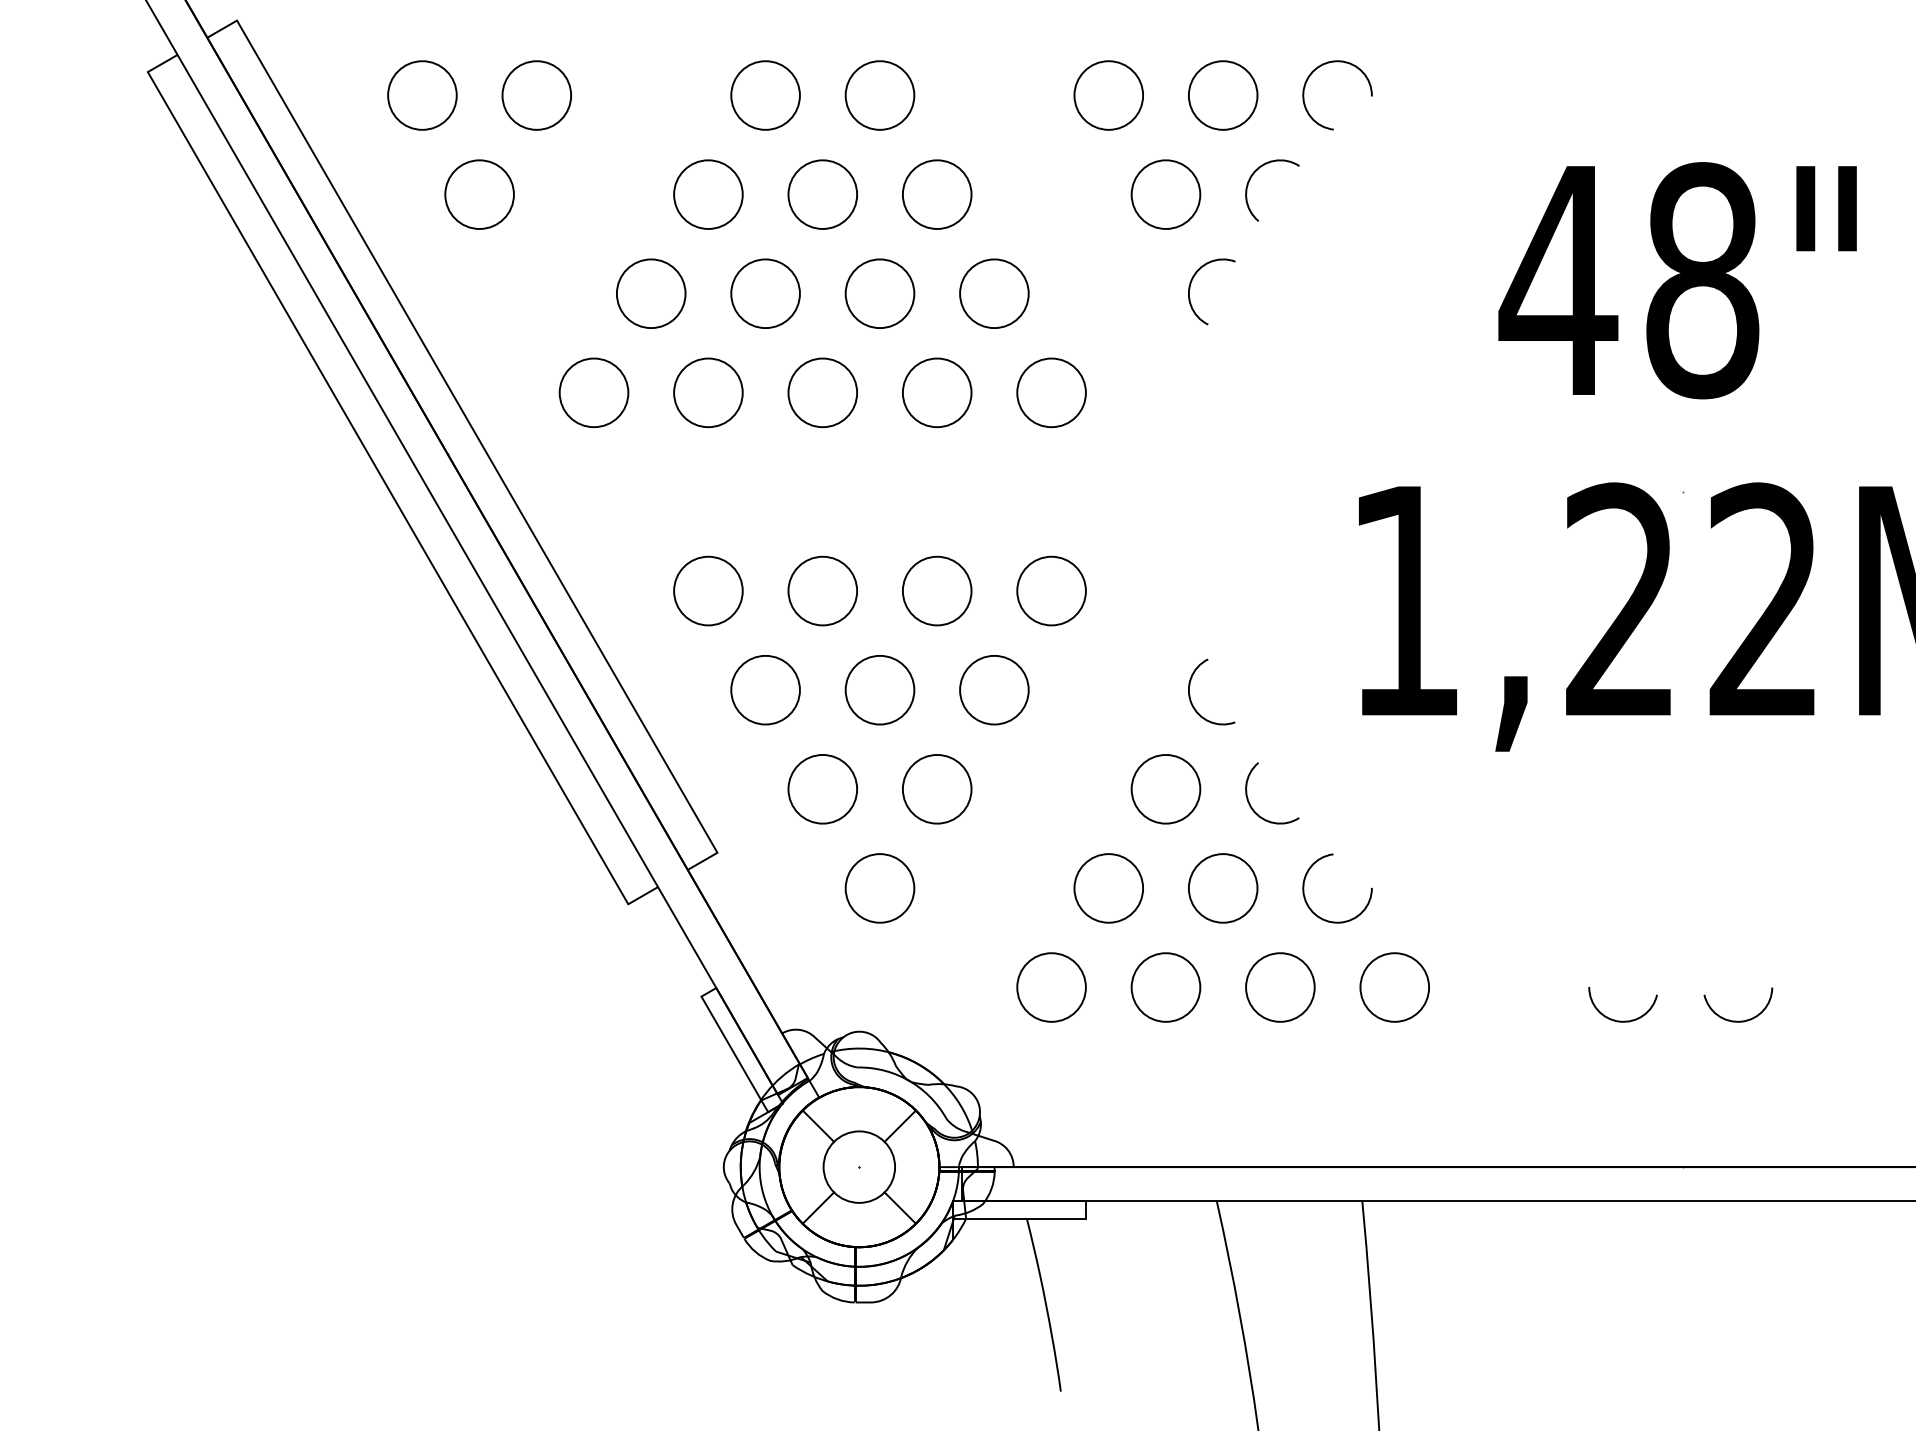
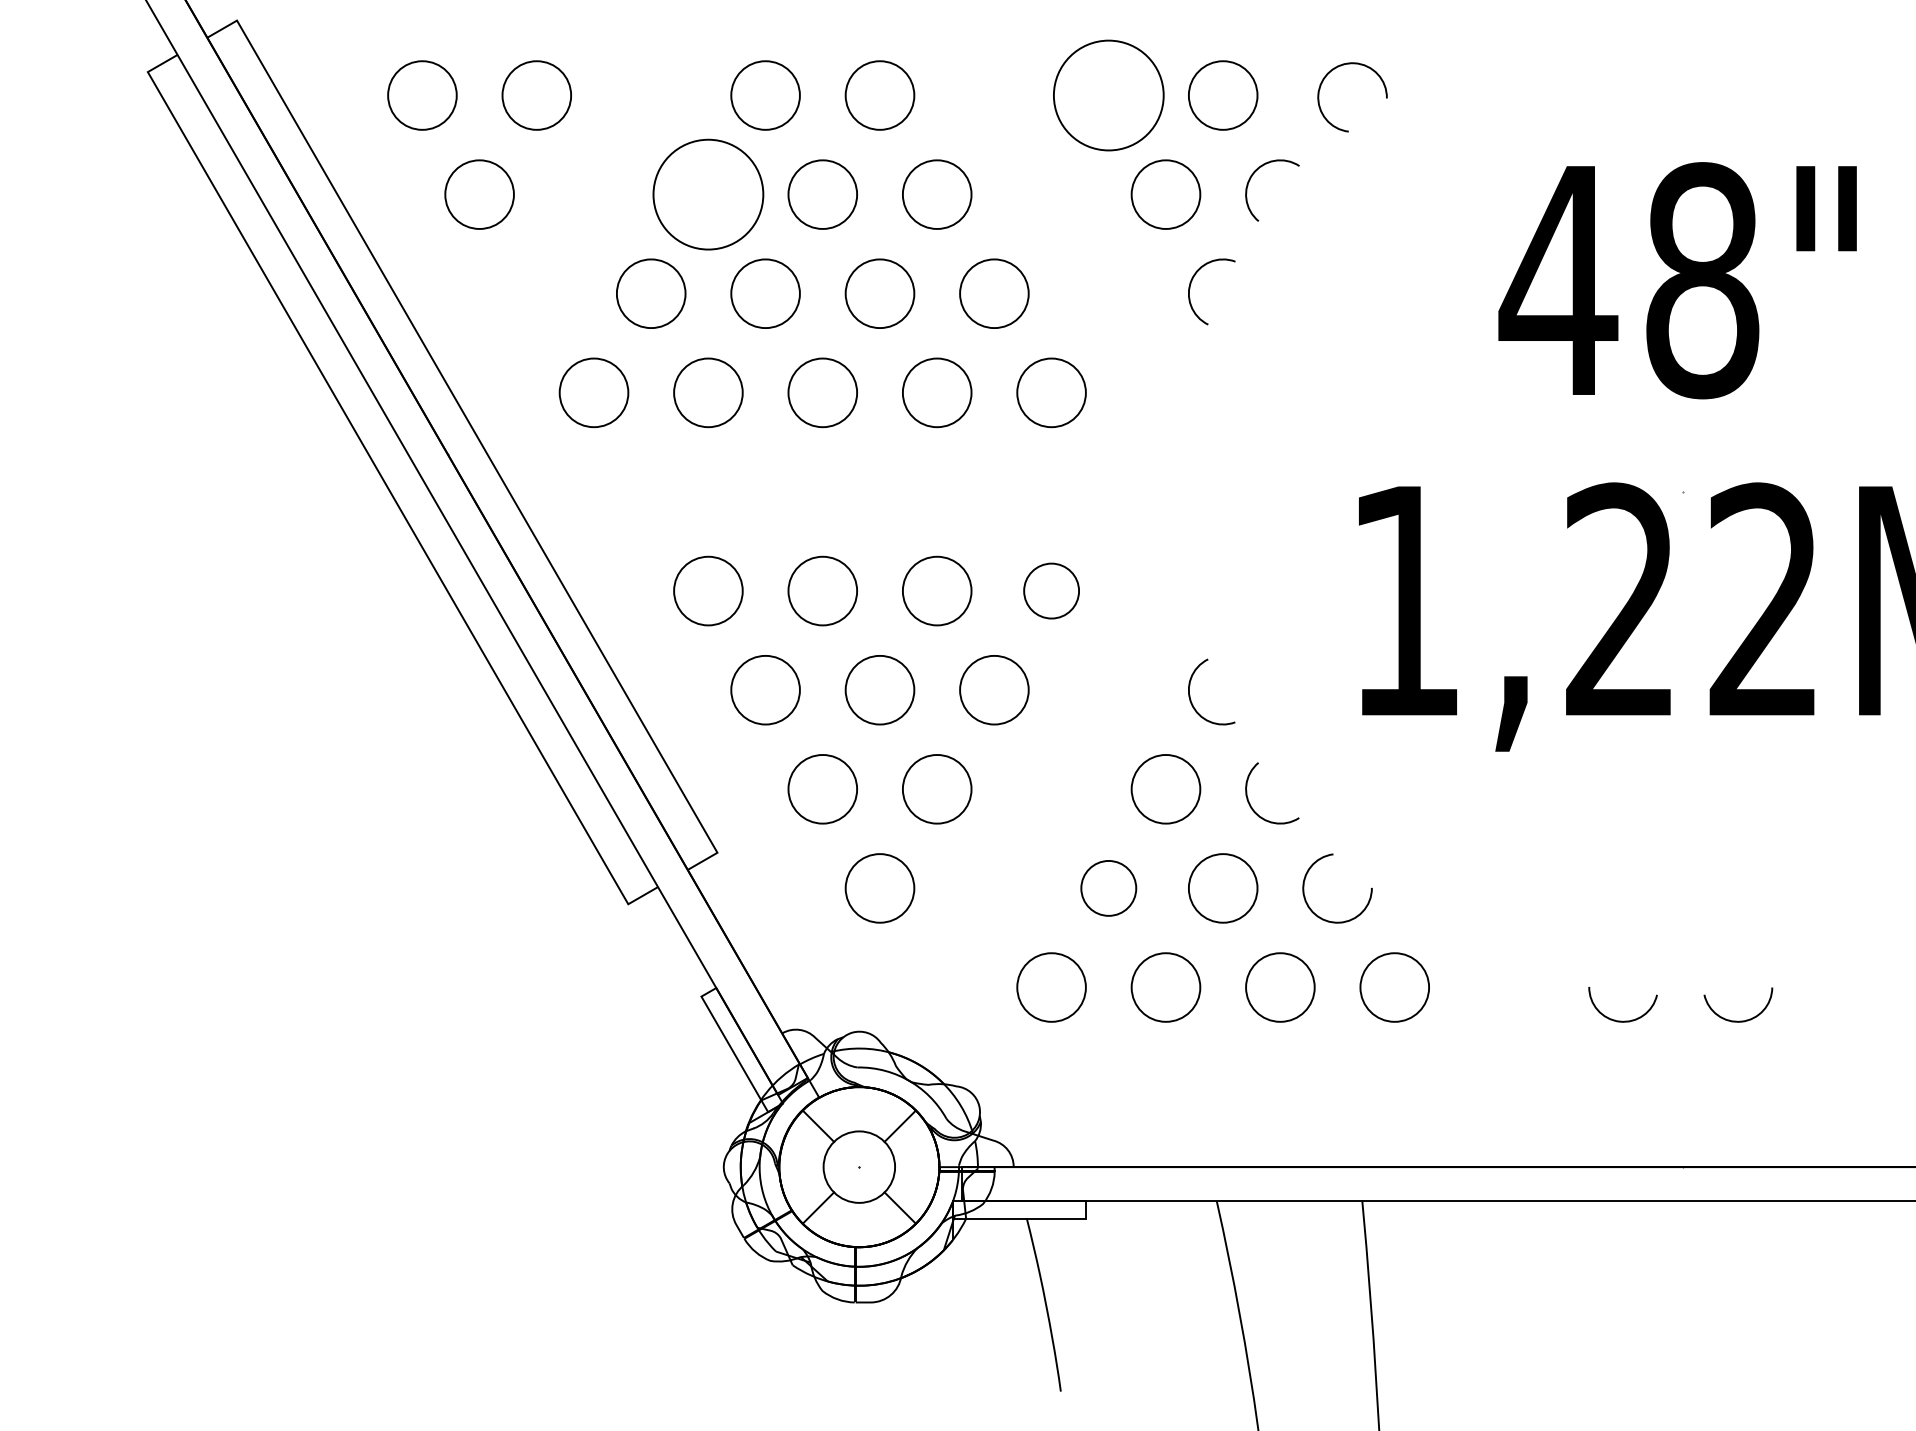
arc at (1311, 75) position: (1311, 75) -> (1326, 77)
circle at (1108, 95) diameter: 69 px -> 110 px
circle at (708, 194) diameter: 69 px -> 110 px
circle at (1051, 590) diameter: 69 px -> 55 px
circle at (1108, 888) diameter: 69 px -> 55 px
